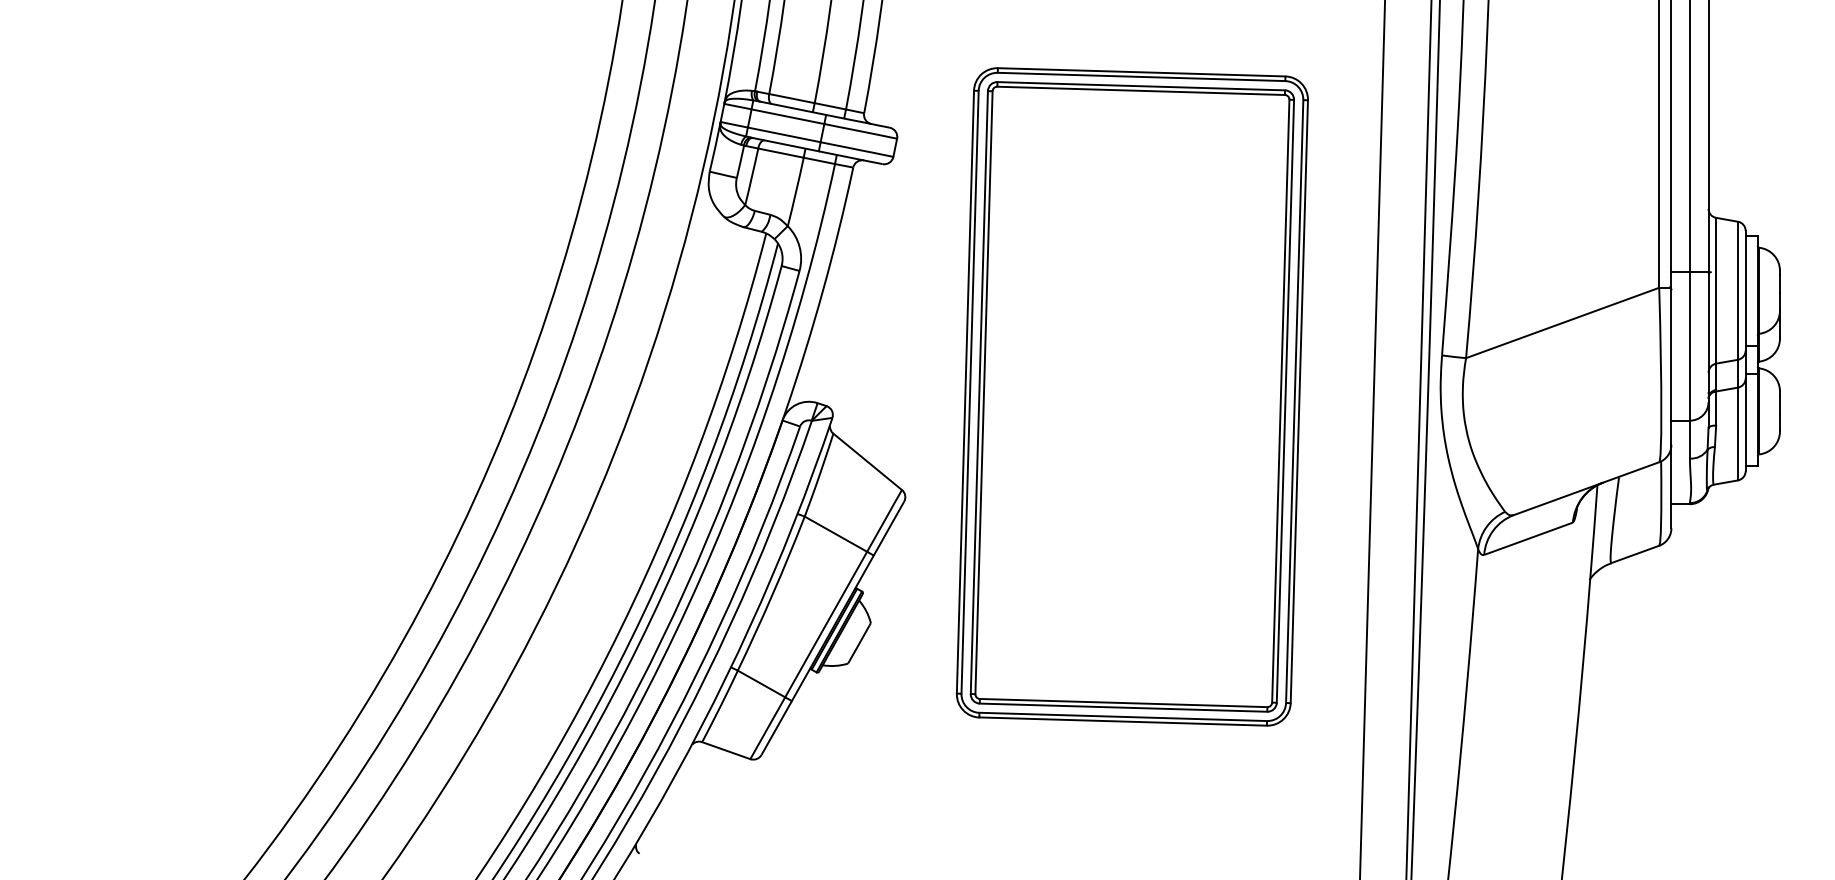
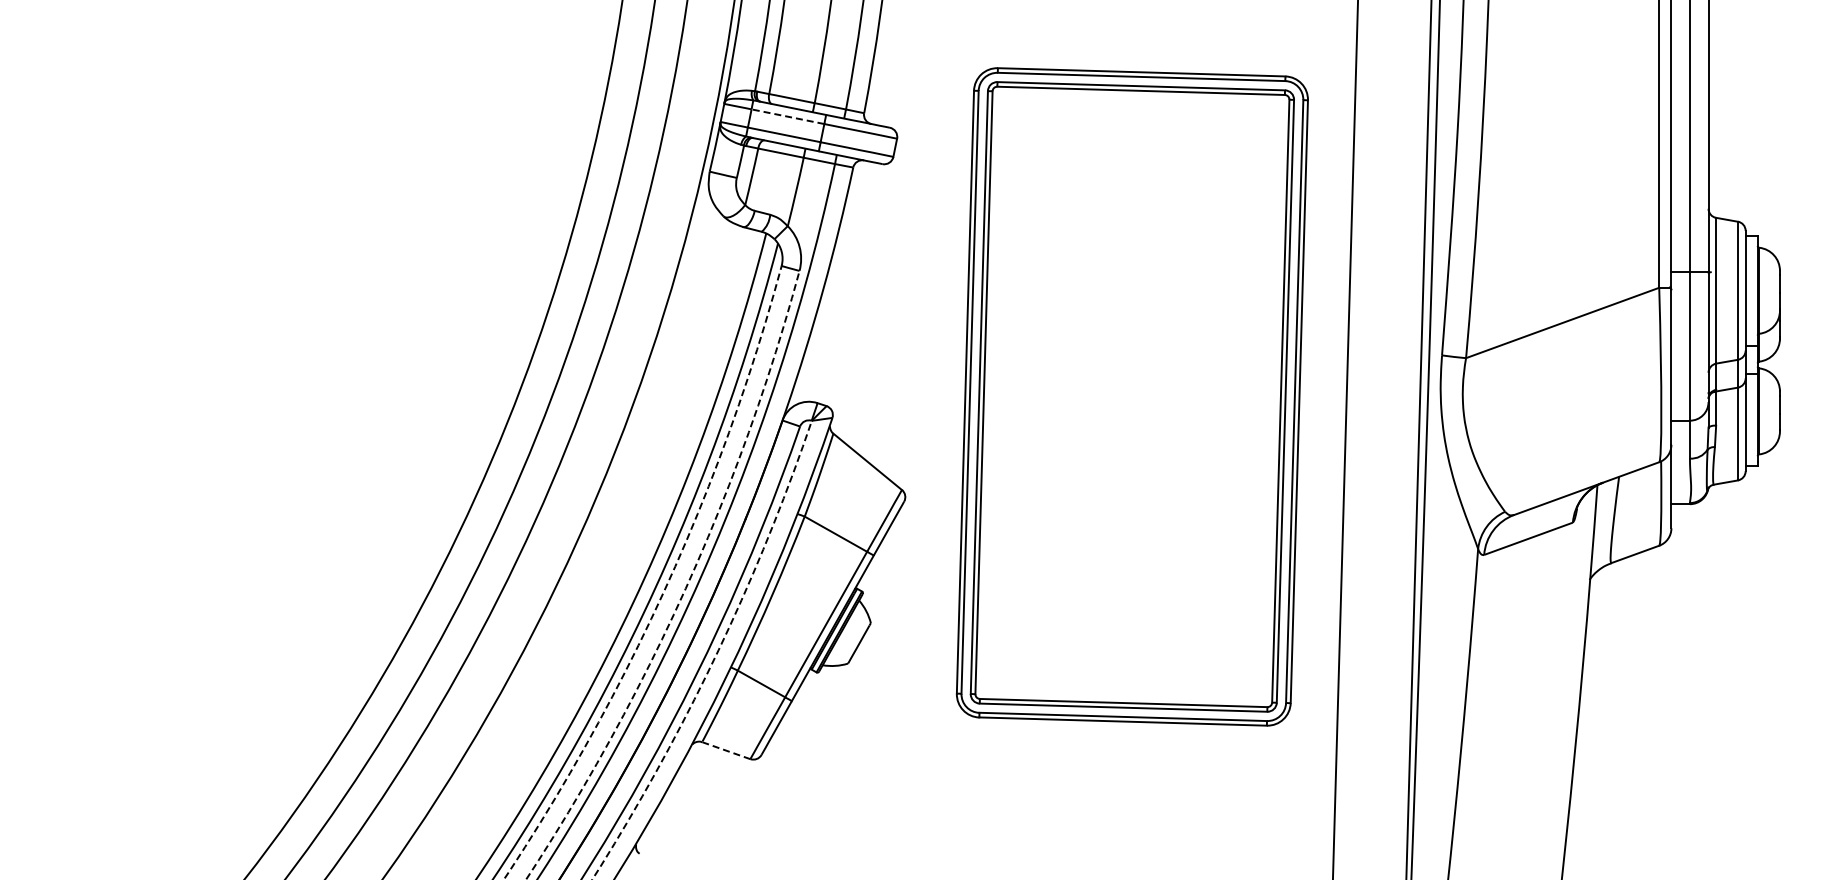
line at (787, 116): solid -> dashed
line at (1372, 439) position: (1372, 439) -> (1345, 439)
arc at (668, 582): solid -> dashed
arc at (686, 586): solid -> dashed
arc at (715, 656): solid -> dashed
line at (726, 750): solid -> dashed
